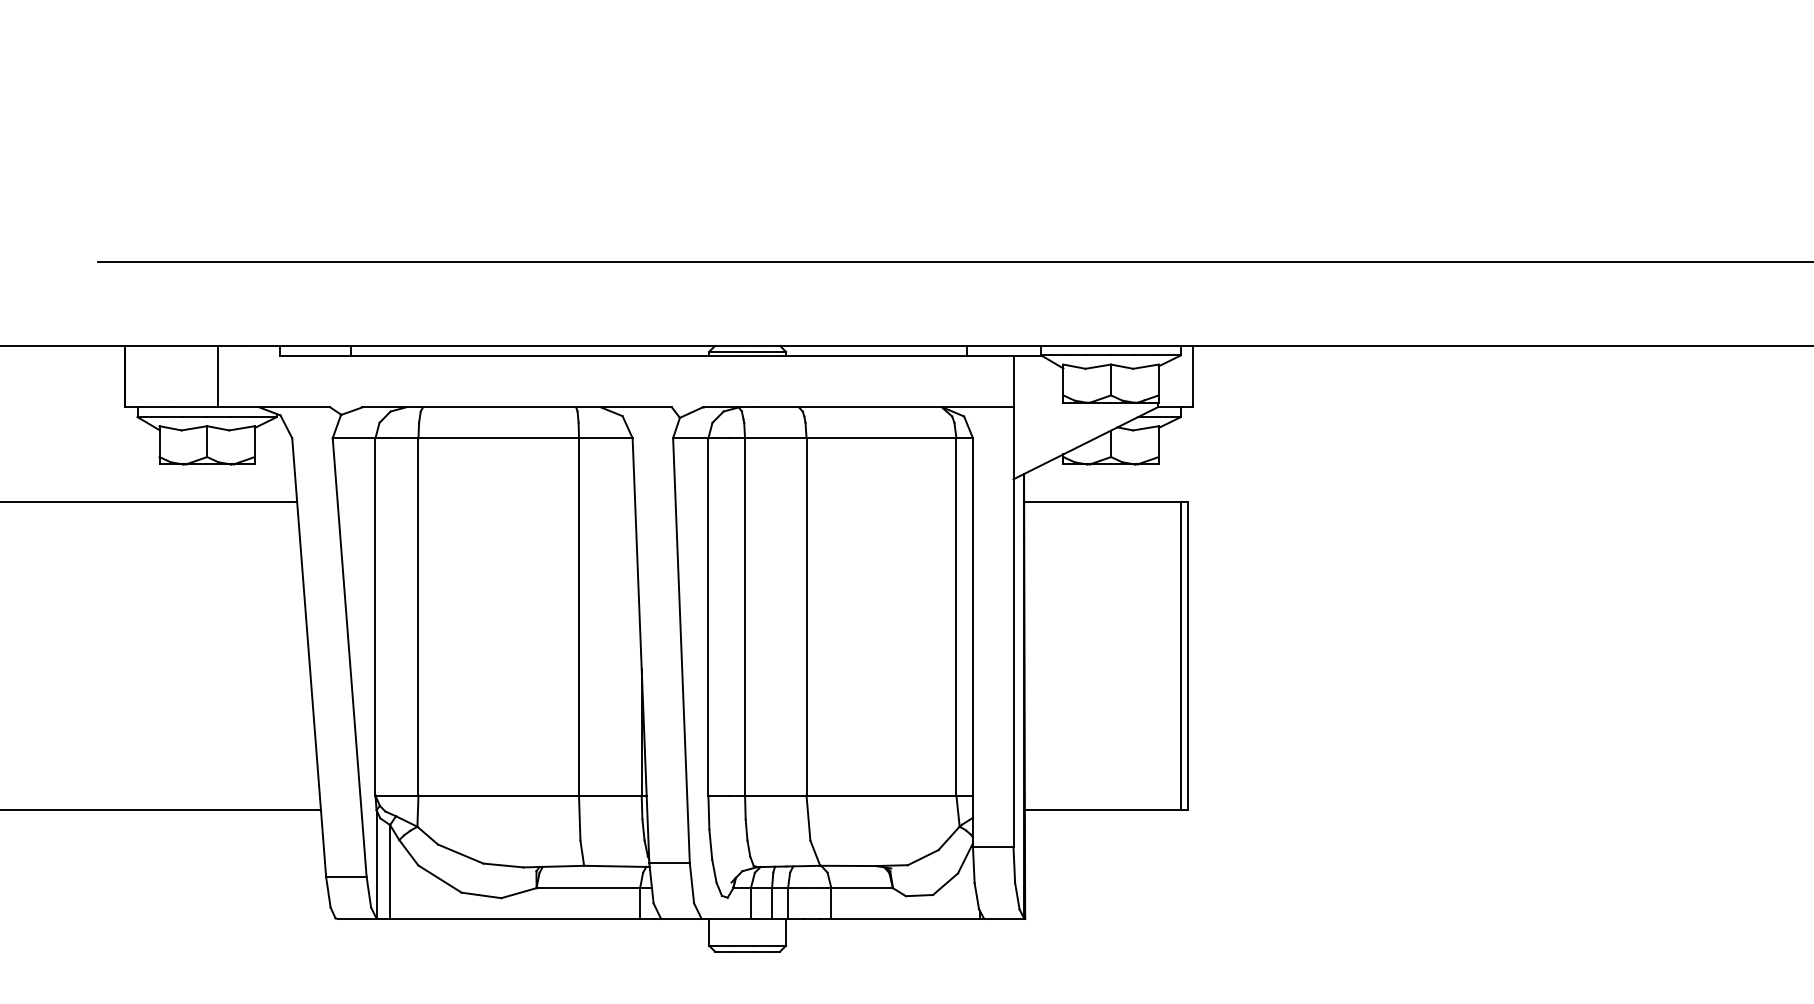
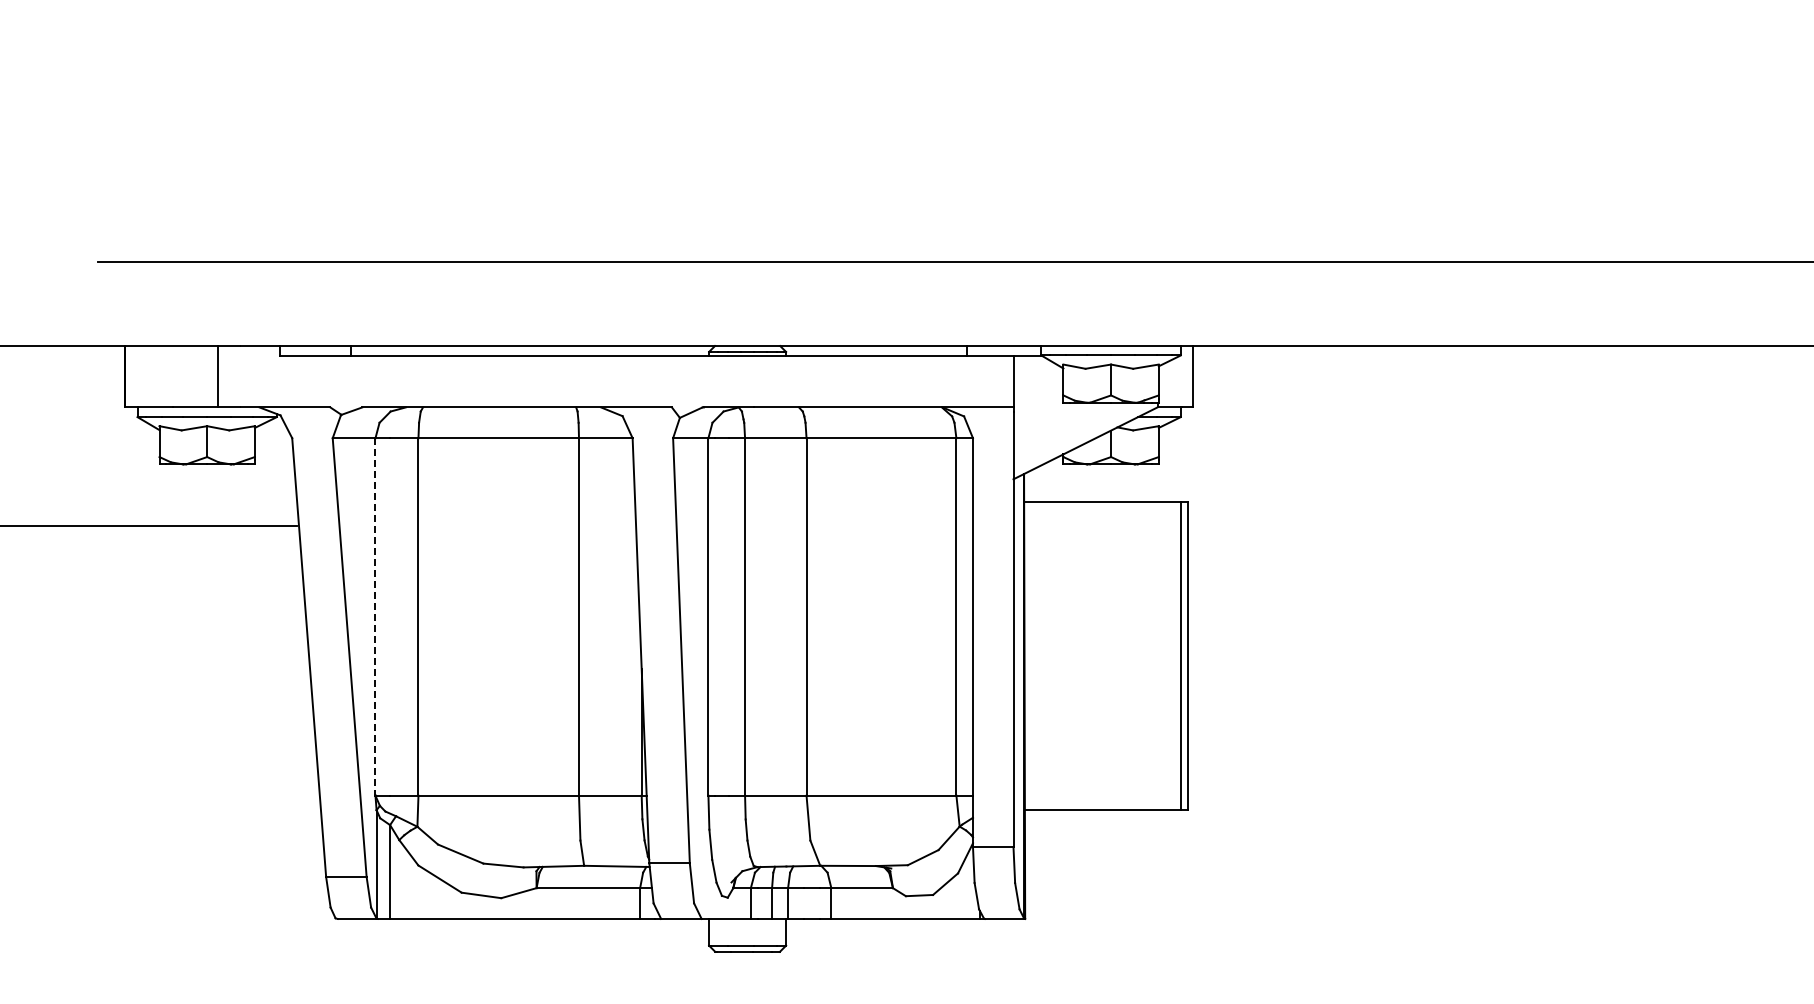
line at (149, 501) position: (149, 501) -> (149, 525)
line at (375, 616): solid -> dashed
line at (161, 810): present -> none
